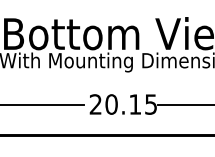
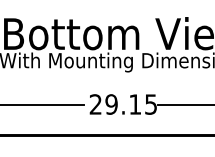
text at (111, 104): 20.15 -> 29.15
